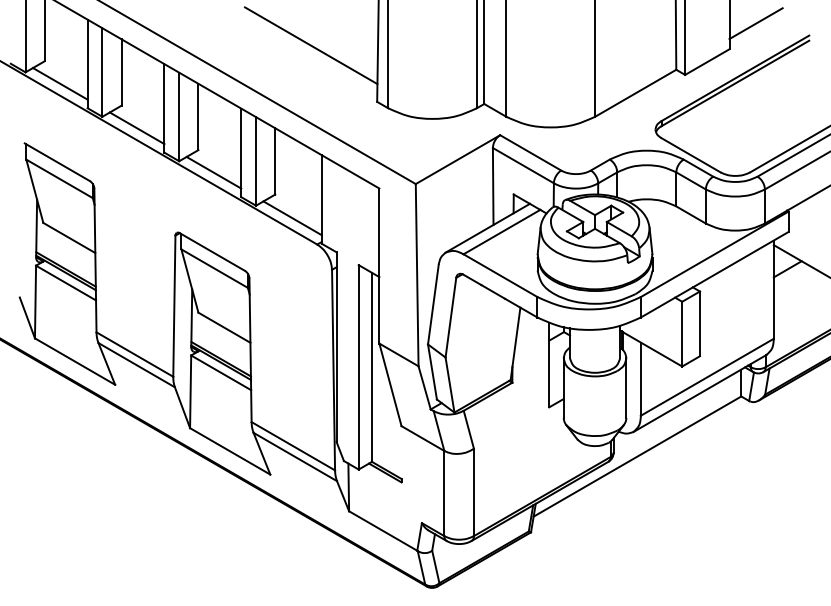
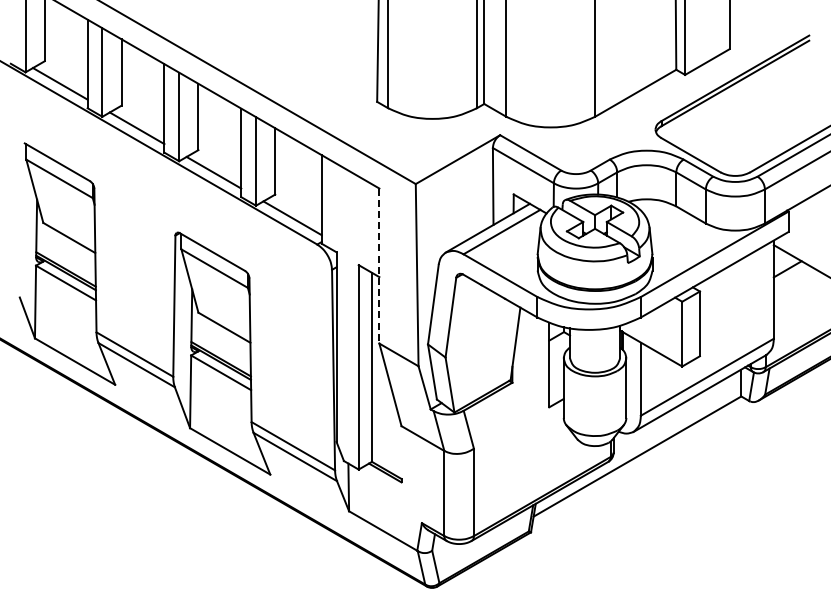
line at (755, 23): present -> none
line at (310, 45): present -> none
line at (379, 266): solid -> dashed
